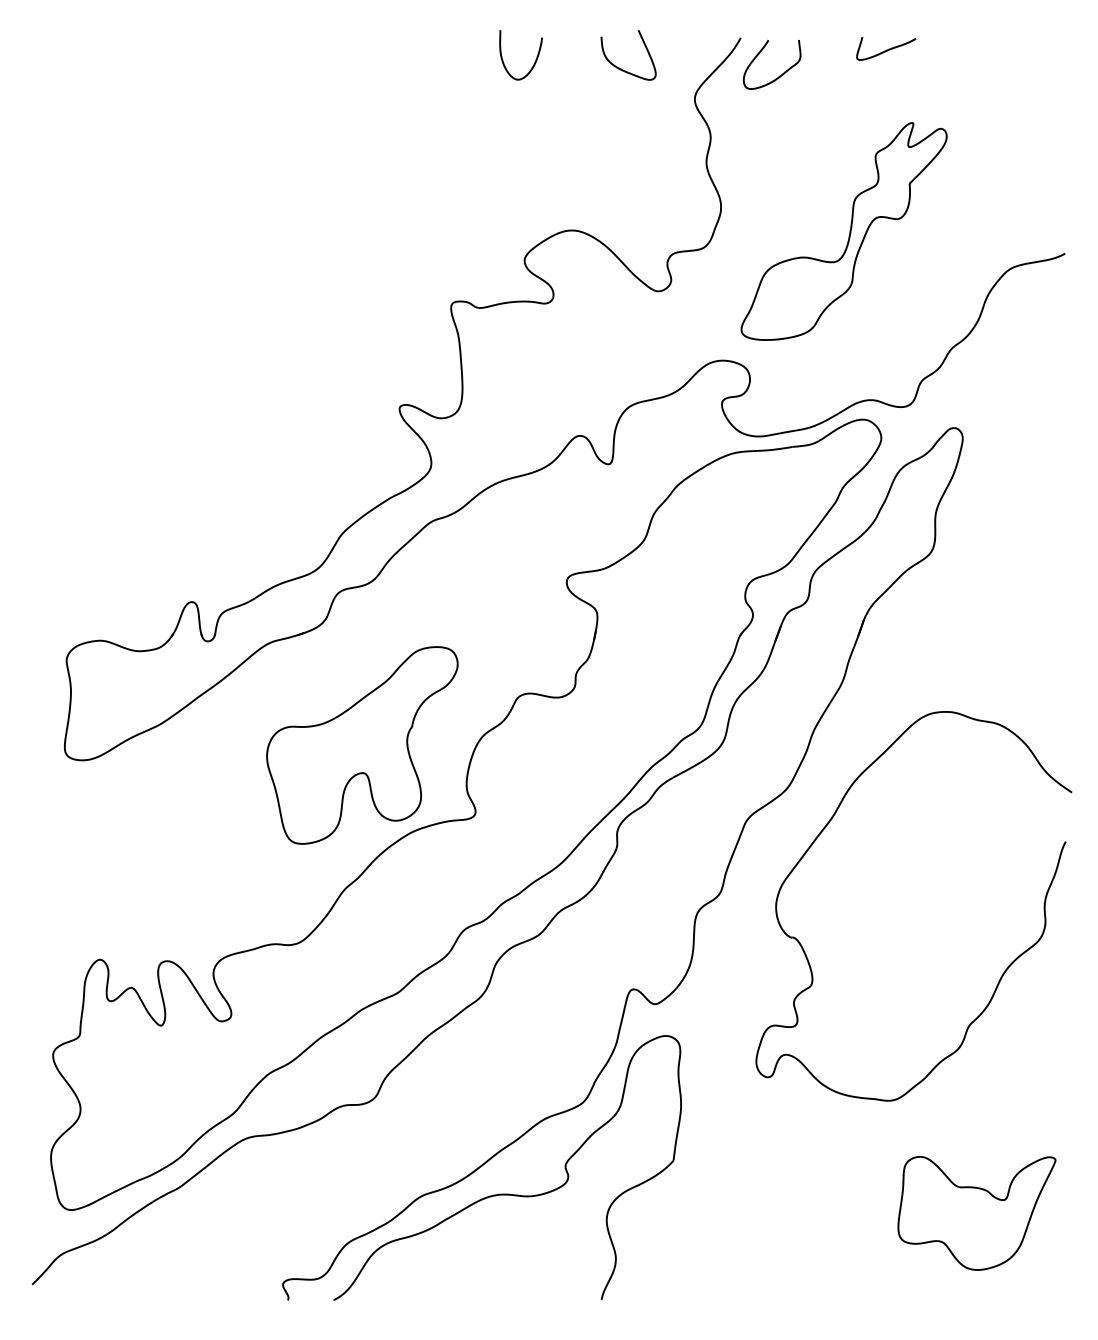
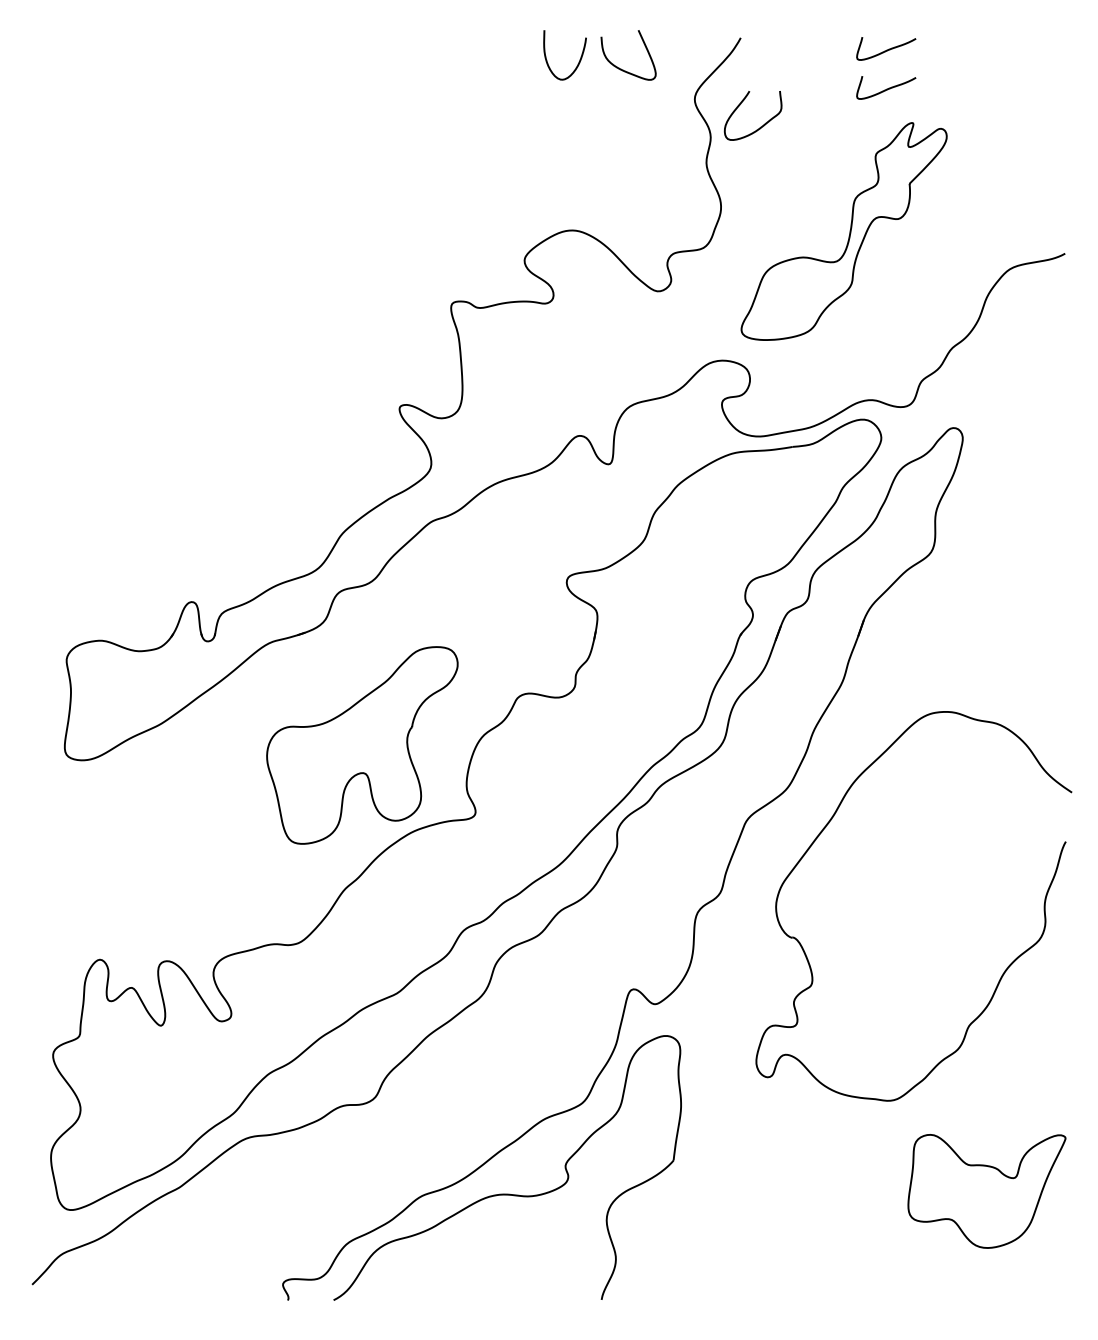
curve at (535, 59) position: (535, 59) -> (579, 59)
curve at (779, 75) position: (779, 75) -> (760, 126)
curve at (886, 88): none -> present
part at (976, 1213) position: (976, 1213) -> (986, 1191)
